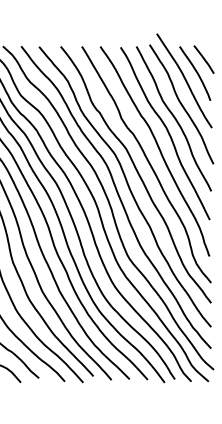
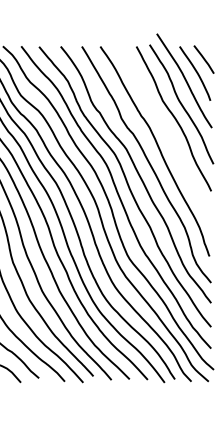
curve at (167, 132): present -> none
